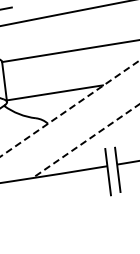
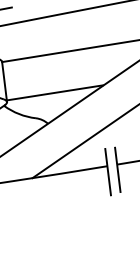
line at (70, 108): dashed -> solid
line at (85, 141): dashed -> solid
